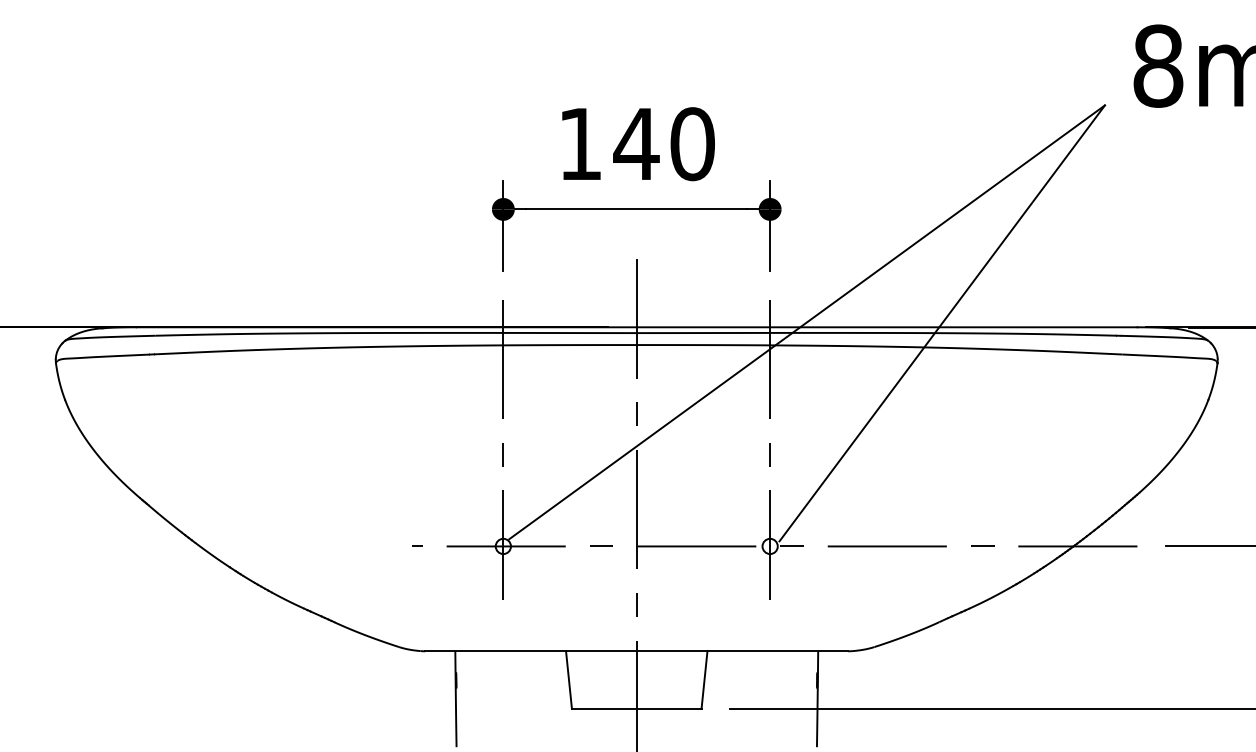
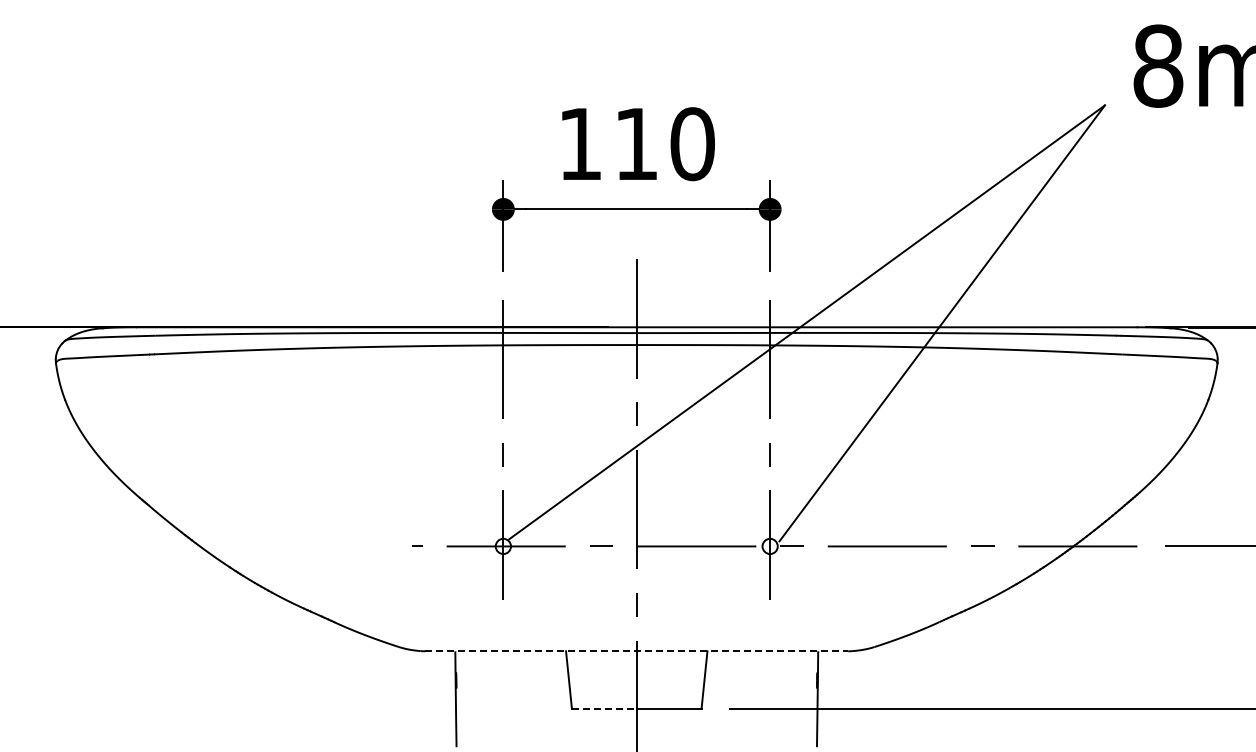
text at (636, 143): 140 -> 110
line at (637, 651): solid -> dashed
line at (604, 708): solid -> dashed
